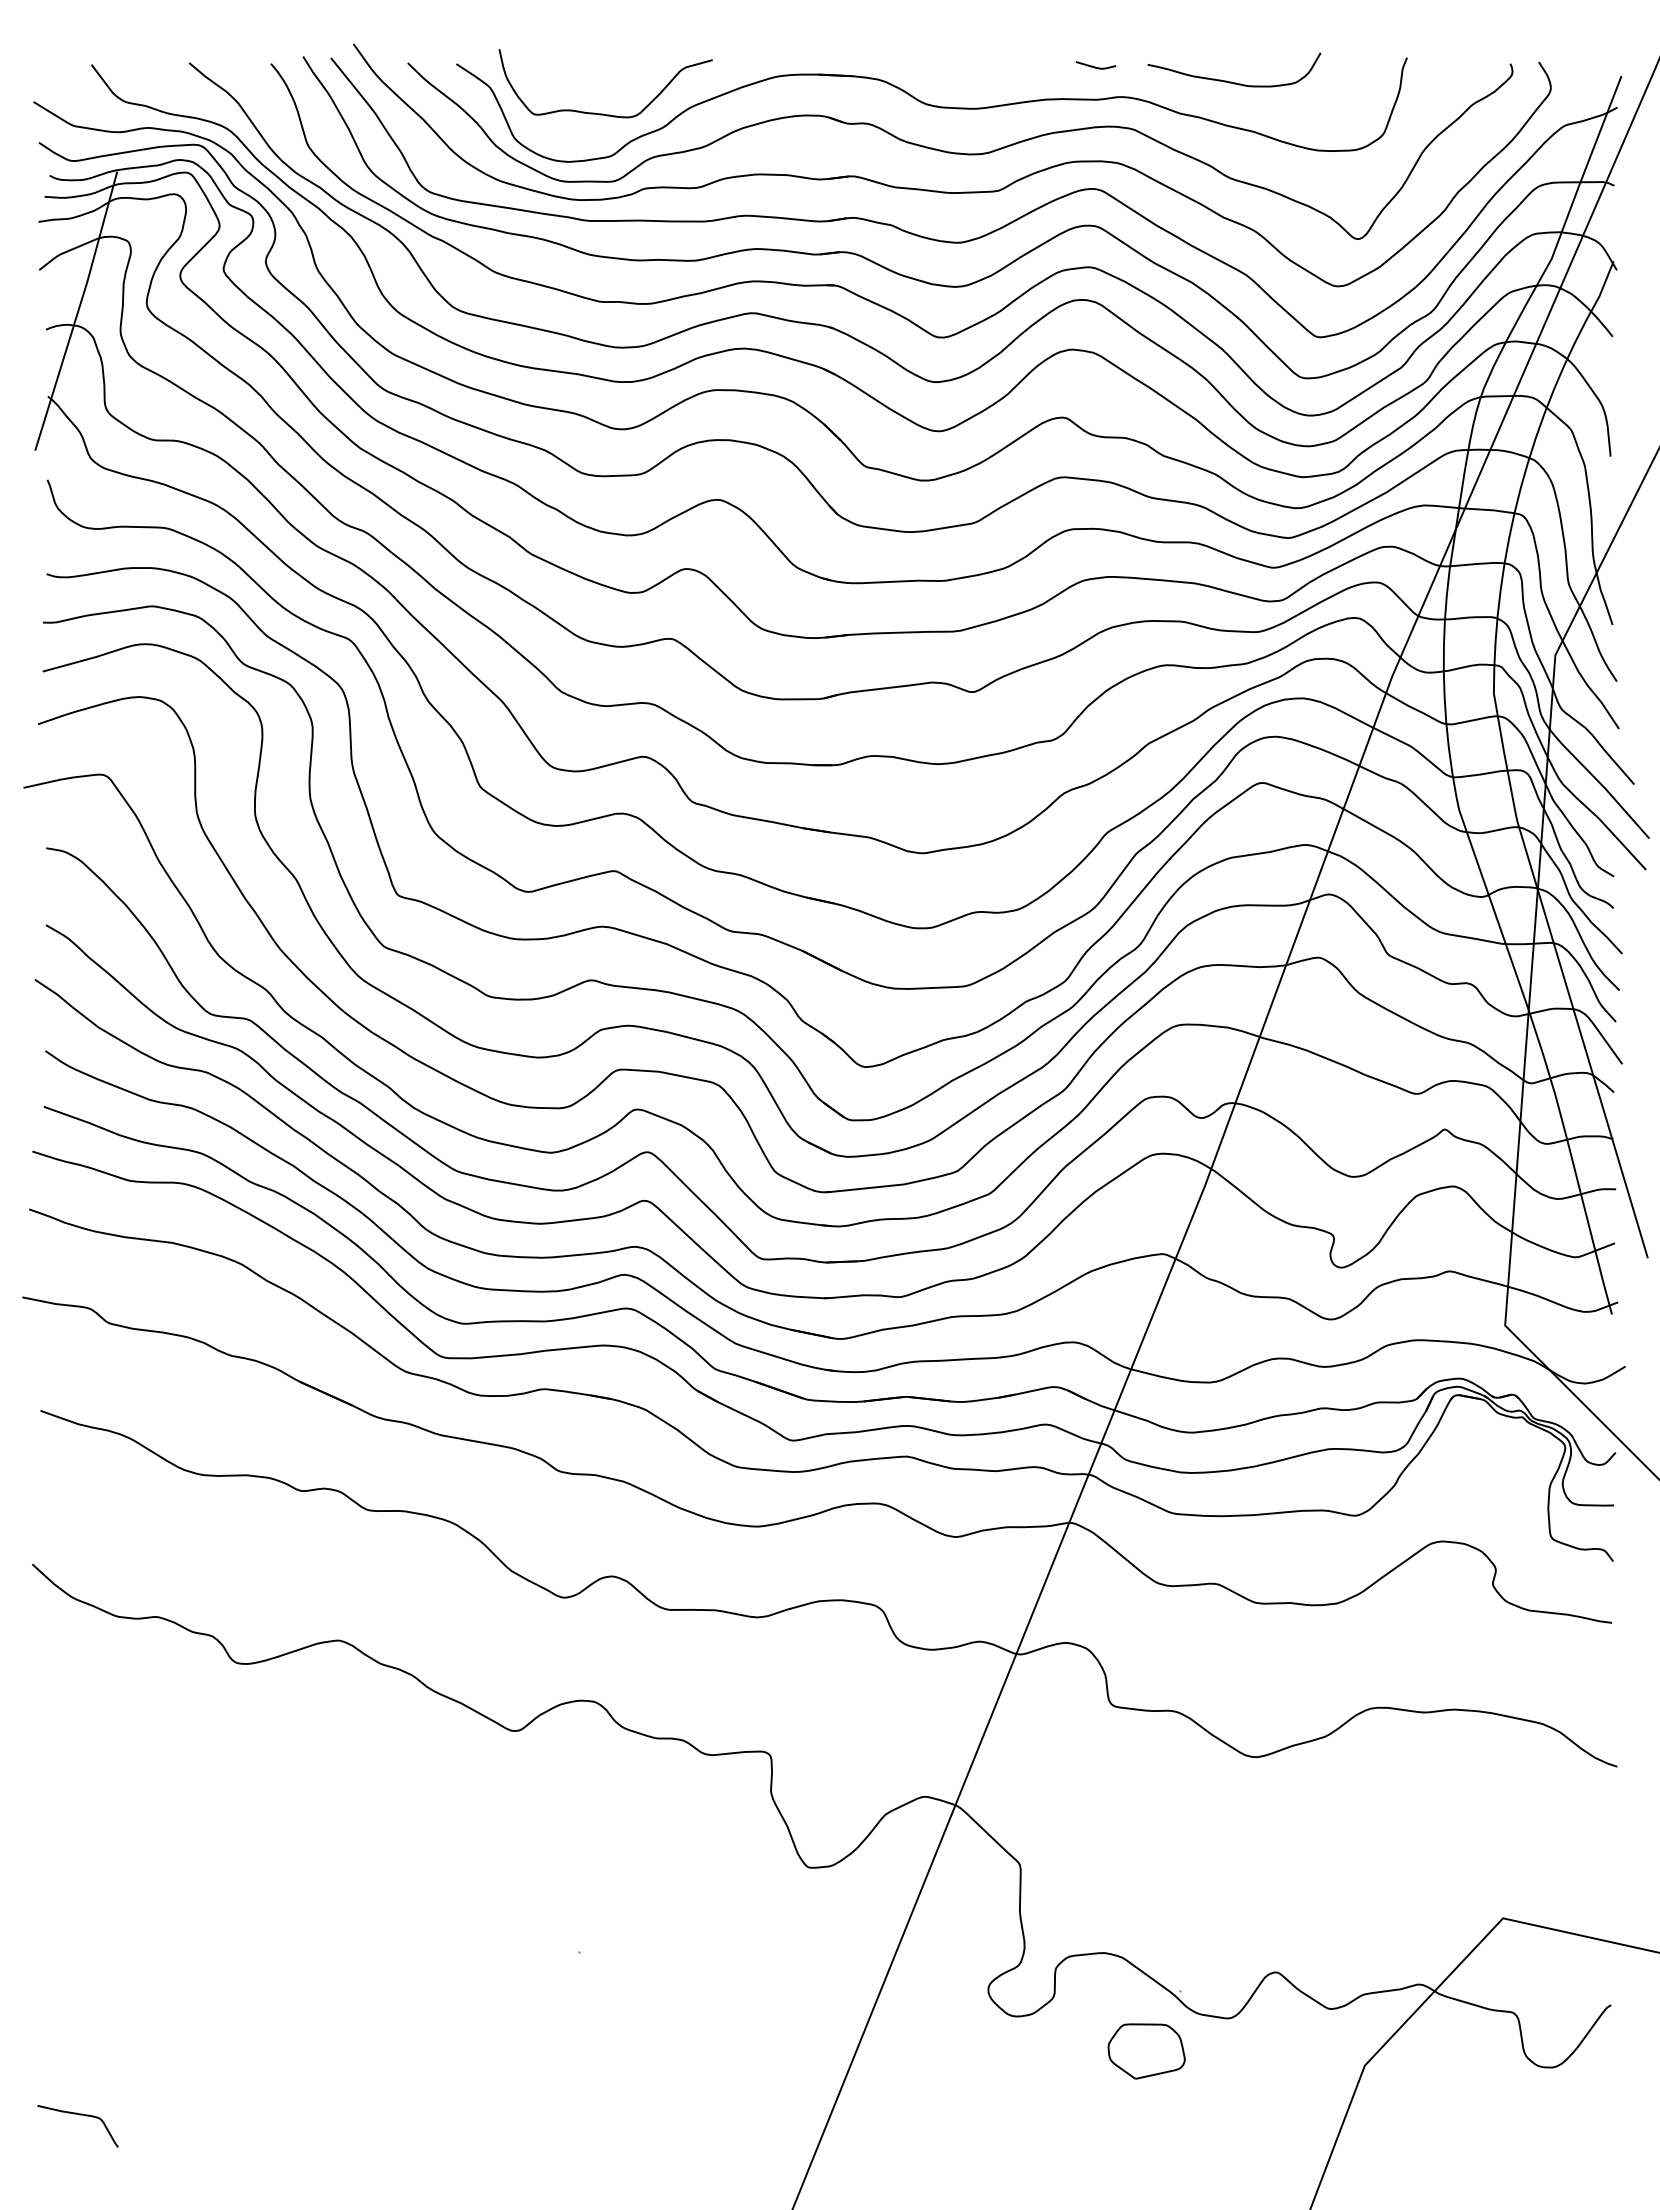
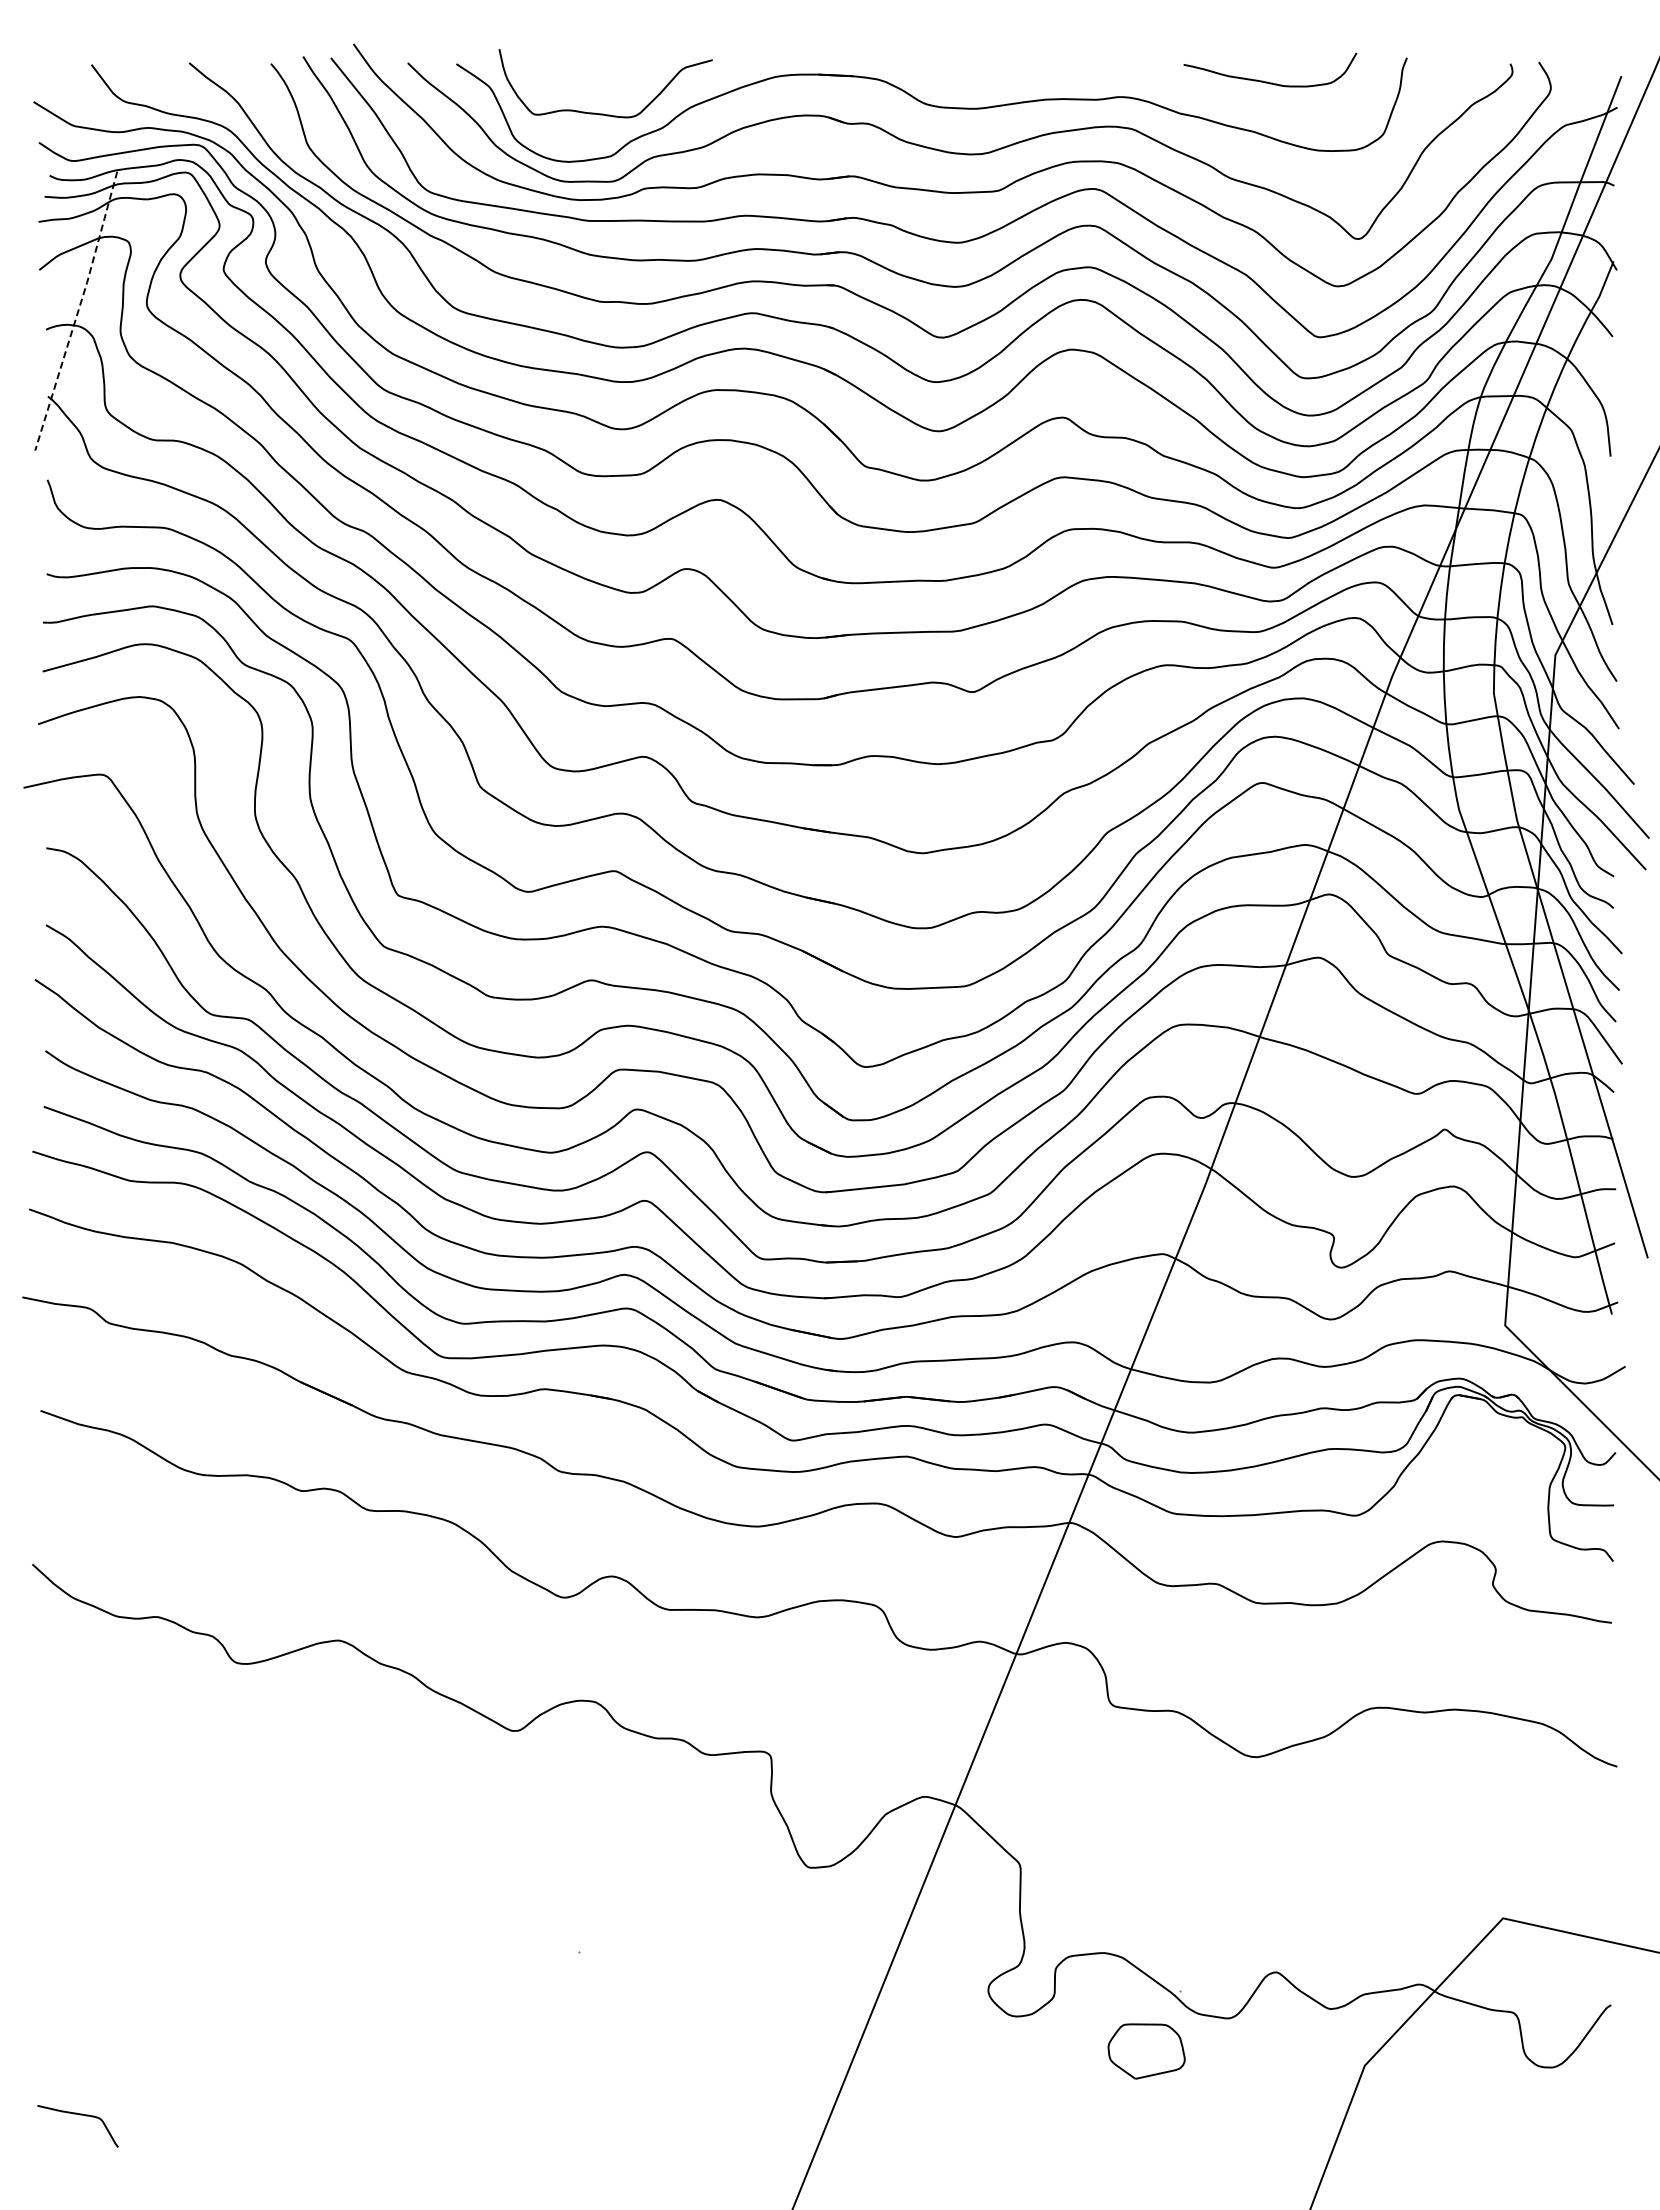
line at (1095, 66): present -> none
curve at (1231, 81) position: (1231, 81) -> (1267, 81)
line at (78, 311): solid -> dashed
